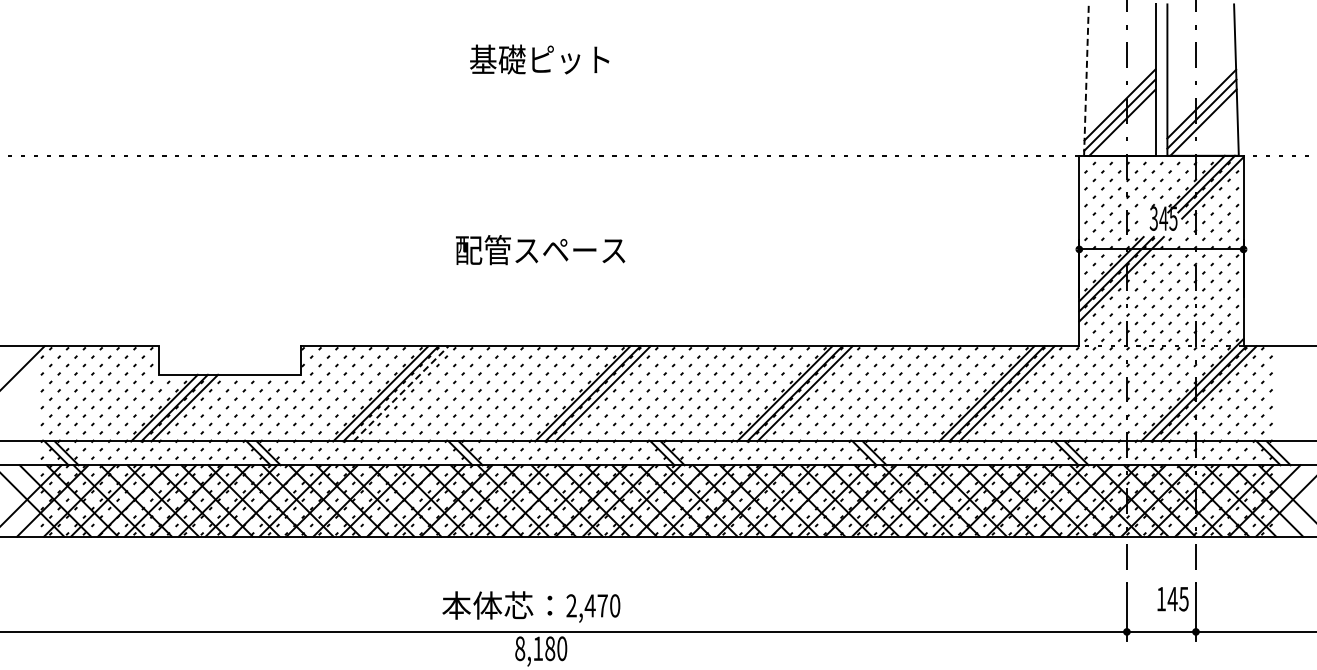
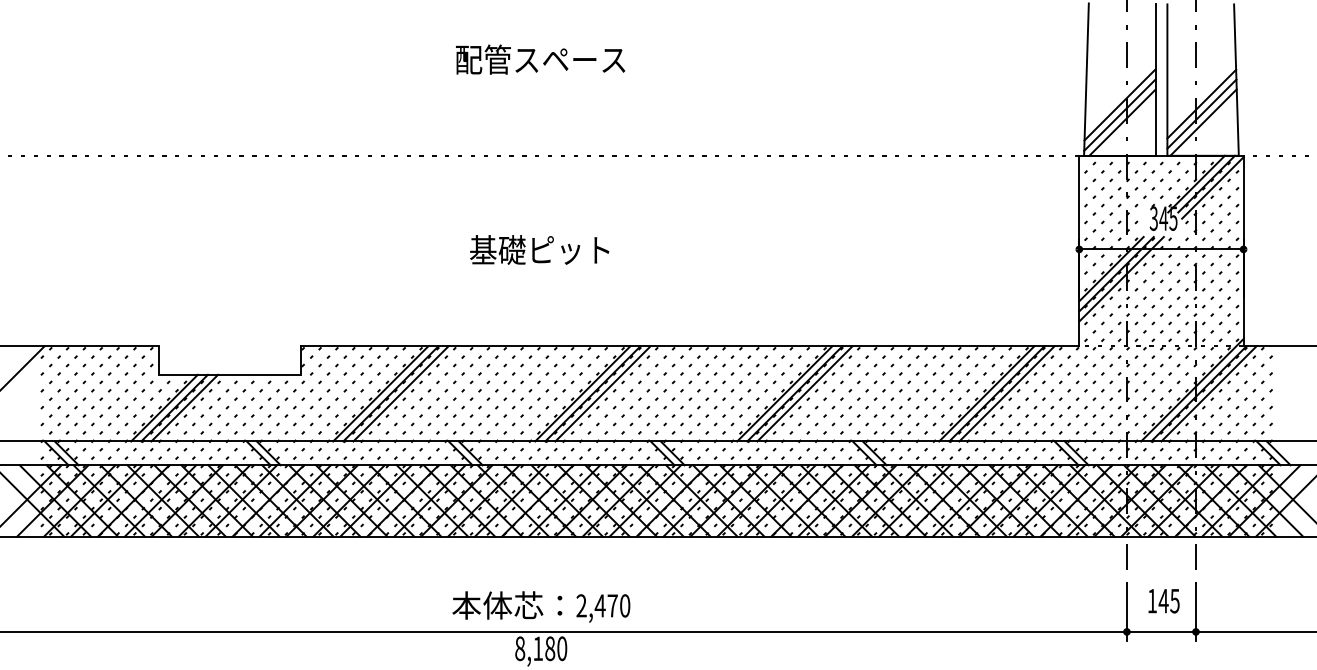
text at (540, 59): 基礎ピット -> 配管スペース
line at (1086, 79): dashed -> solid
text at (540, 250): 配管スペース -> 基礎ピット
line at (401, 393): dashed -> solid
text at (1172, 599) position: (1172, 599) -> (1163, 601)
text at (531, 606) position: (531, 606) -> (541, 606)
